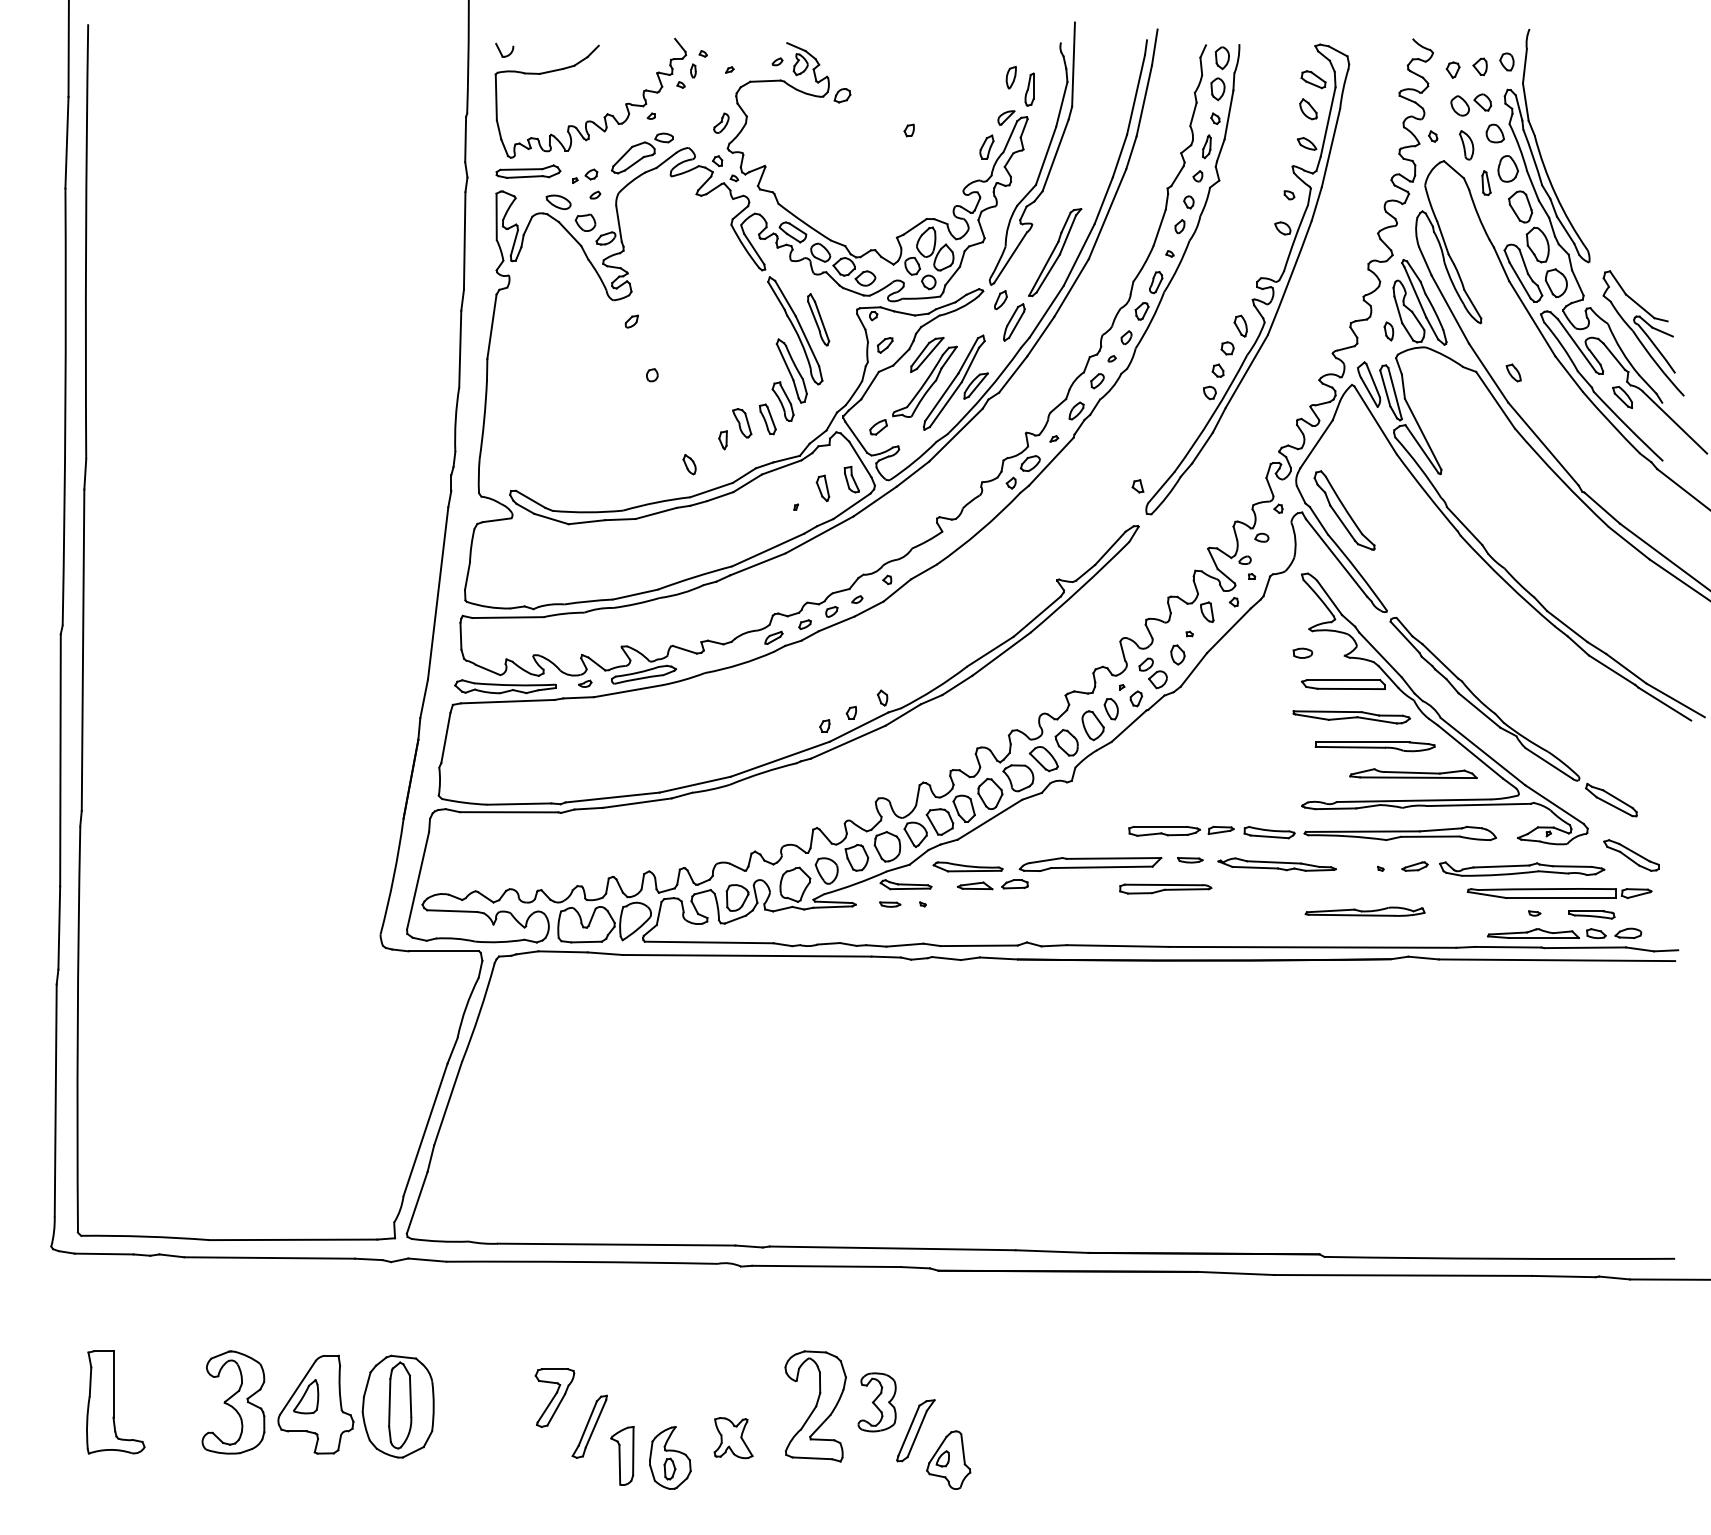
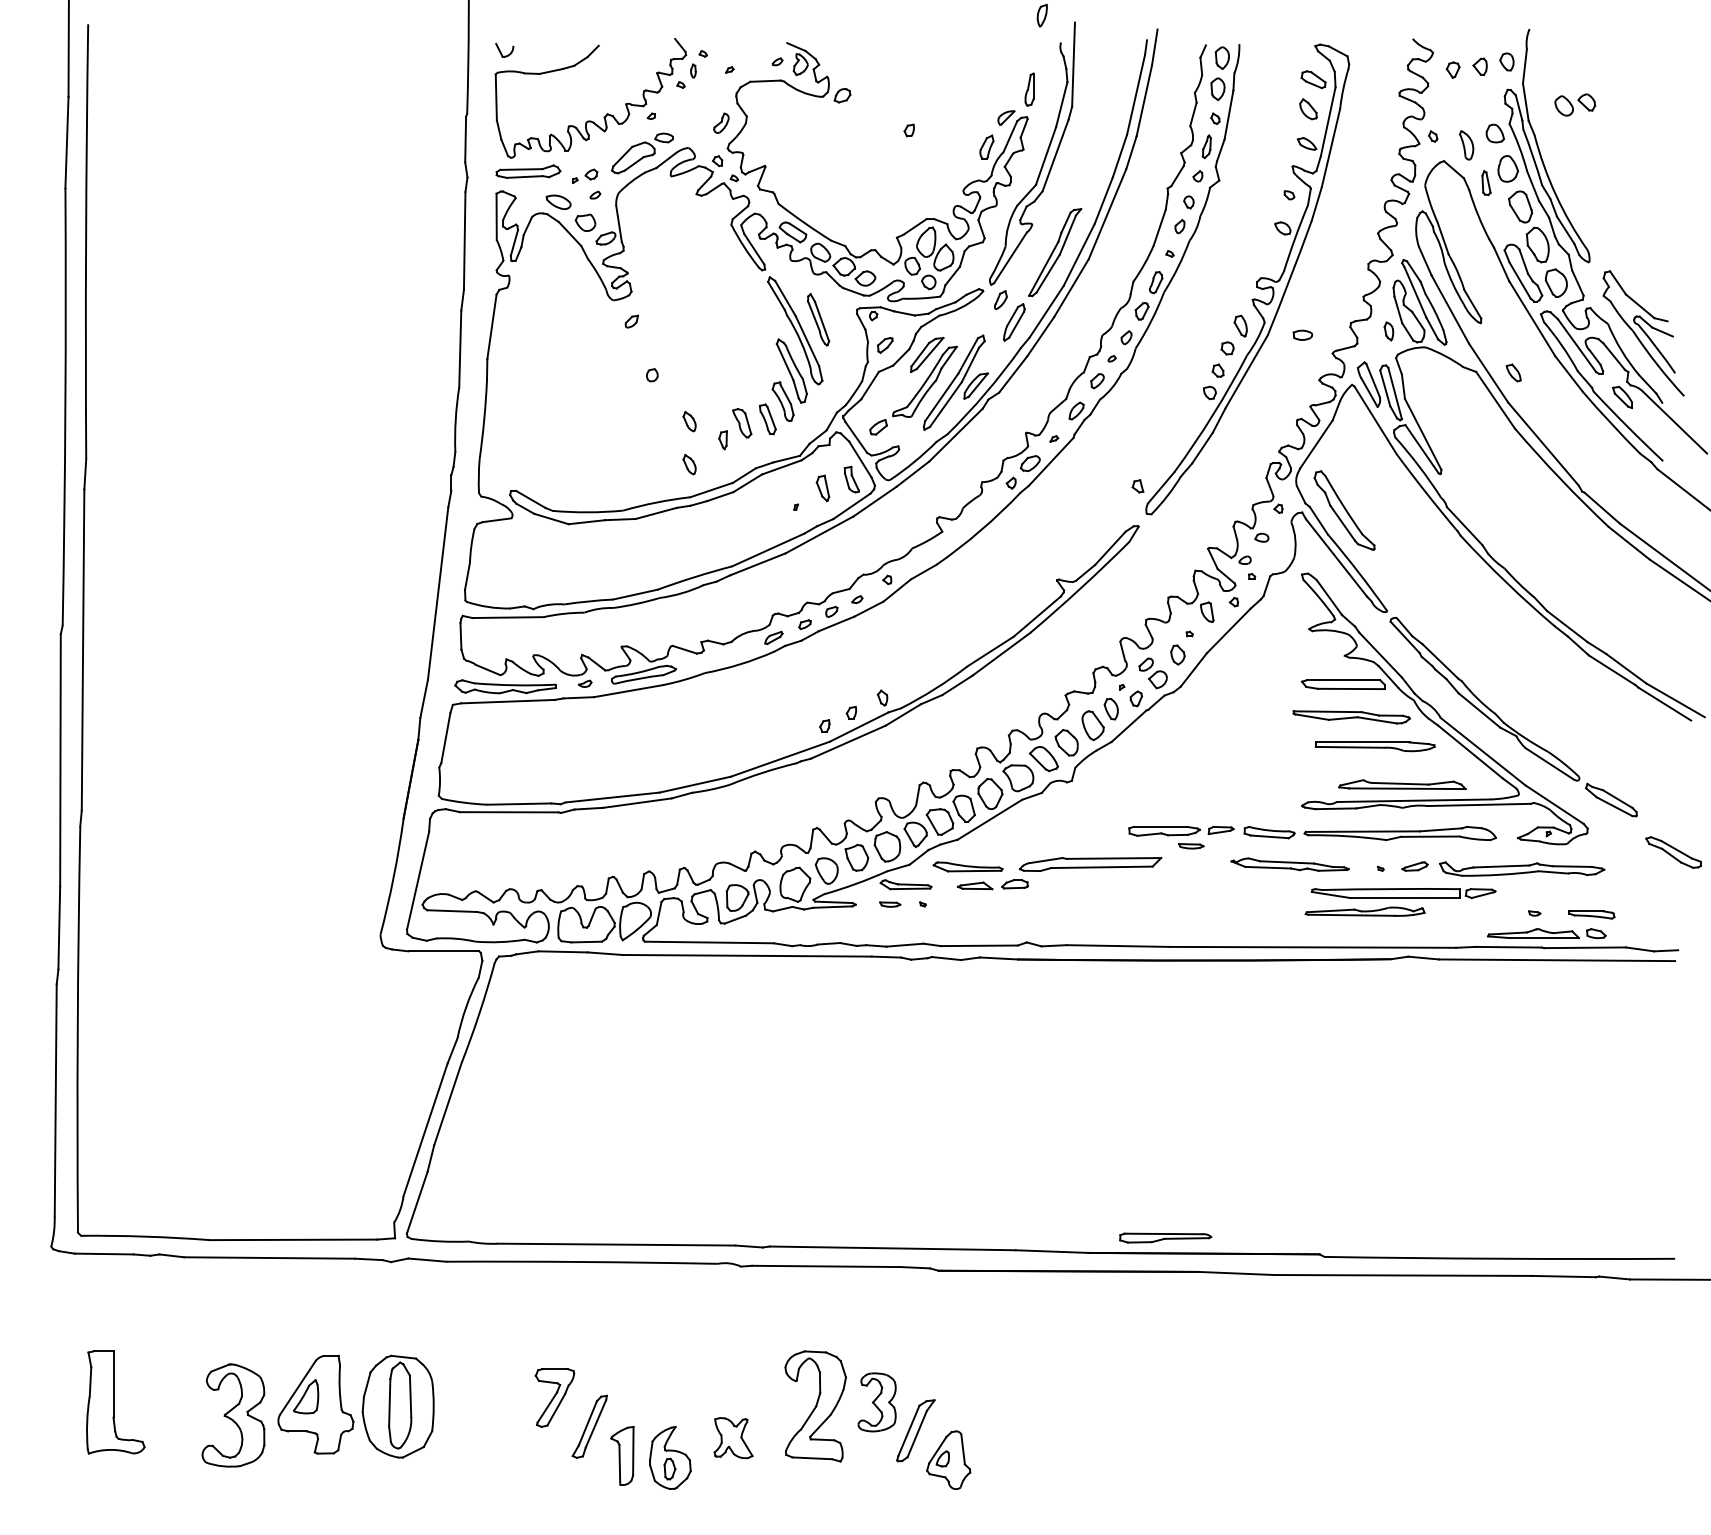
part at (1010, 77) position: (1010, 77) -> (1041, 15)
part at (1471, 104) position: (1471, 104) -> (1575, 104)
part at (689, 421): none -> present
part at (1302, 652) position: (1302, 652) -> (1302, 334)
part at (1413, 773) position: (1413, 773) -> (1402, 784)
part at (1631, 855) position: (1631, 855) -> (1673, 852)
part at (1190, 860) position: (1190, 860) -> (1191, 846)
part at (1276, 864) position: (1276, 864) -> (1289, 864)
part at (1165, 888) position: (1165, 888) -> (1165, 1237)
part at (1559, 893) position: (1559, 893) -> (1403, 893)
part at (1628, 932): present -> none
part at (233, 1402) position: (233, 1402) -> (233, 1415)
